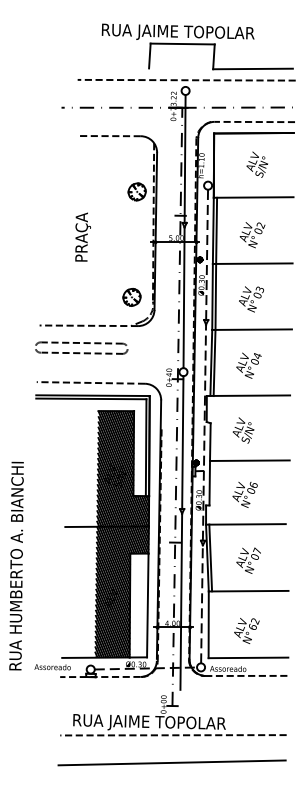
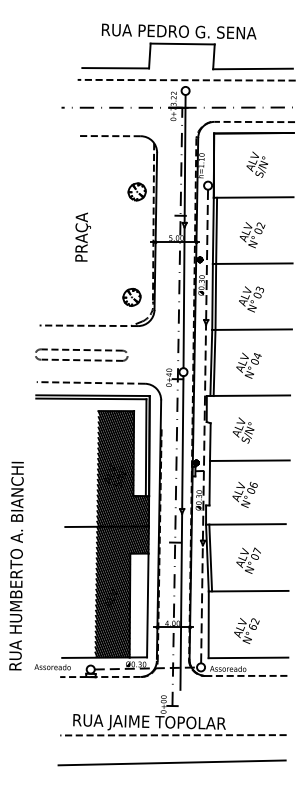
text at (196, 31): RUA JAIME TOPOLAR -> RUA PEDRO G. SENA
line at (115, 68): none -> present
part at (81, 347) position: (81, 347) -> (81, 354)
